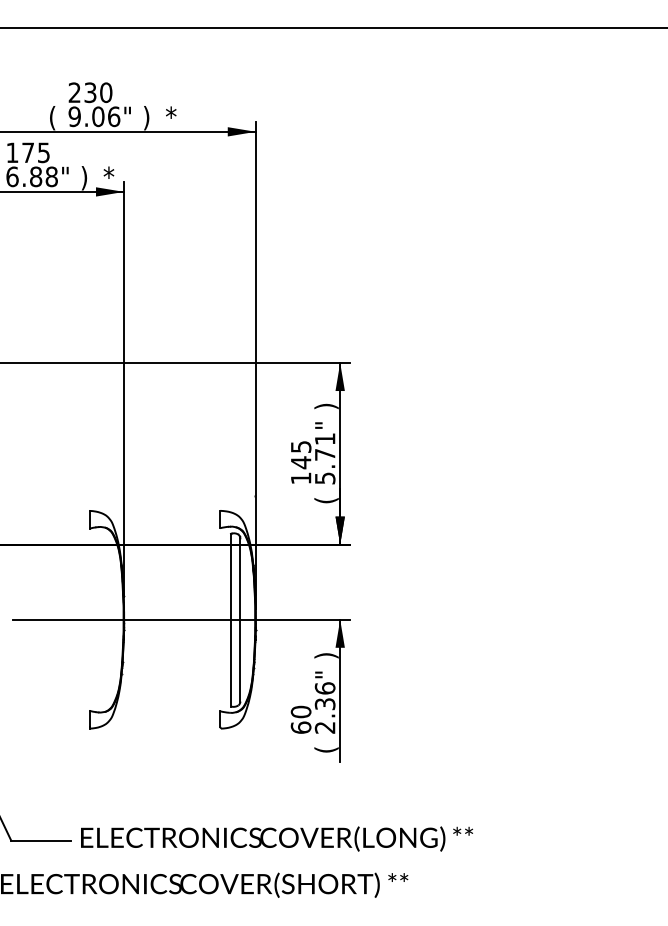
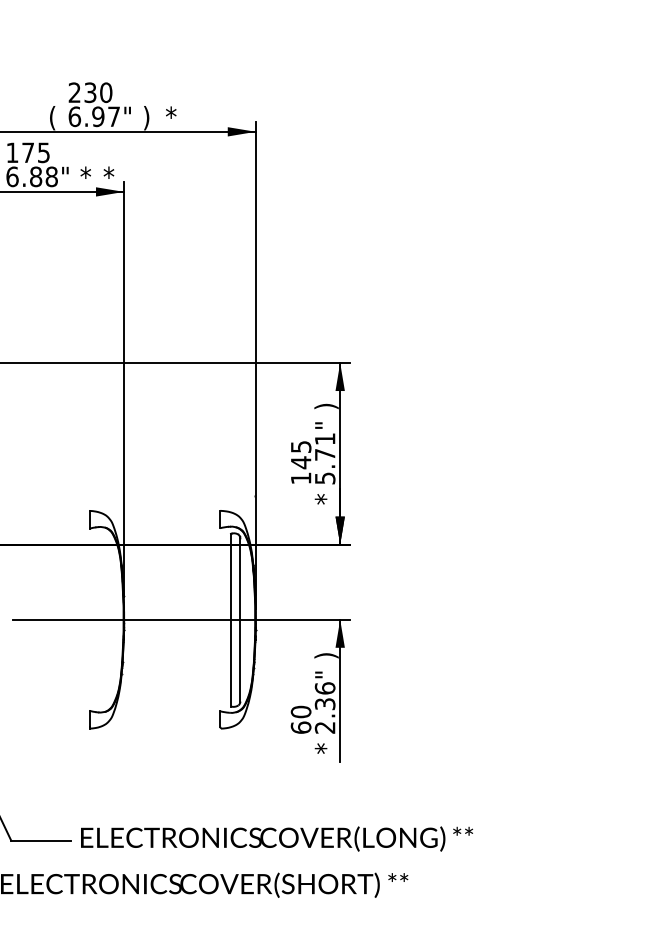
line at (333, 27): present -> none
text at (94, 116): 9.06" -> 6.97"
text at (85, 178): ) -> *
text at (326, 499): ( -> *
text at (326, 748): ( -> *
